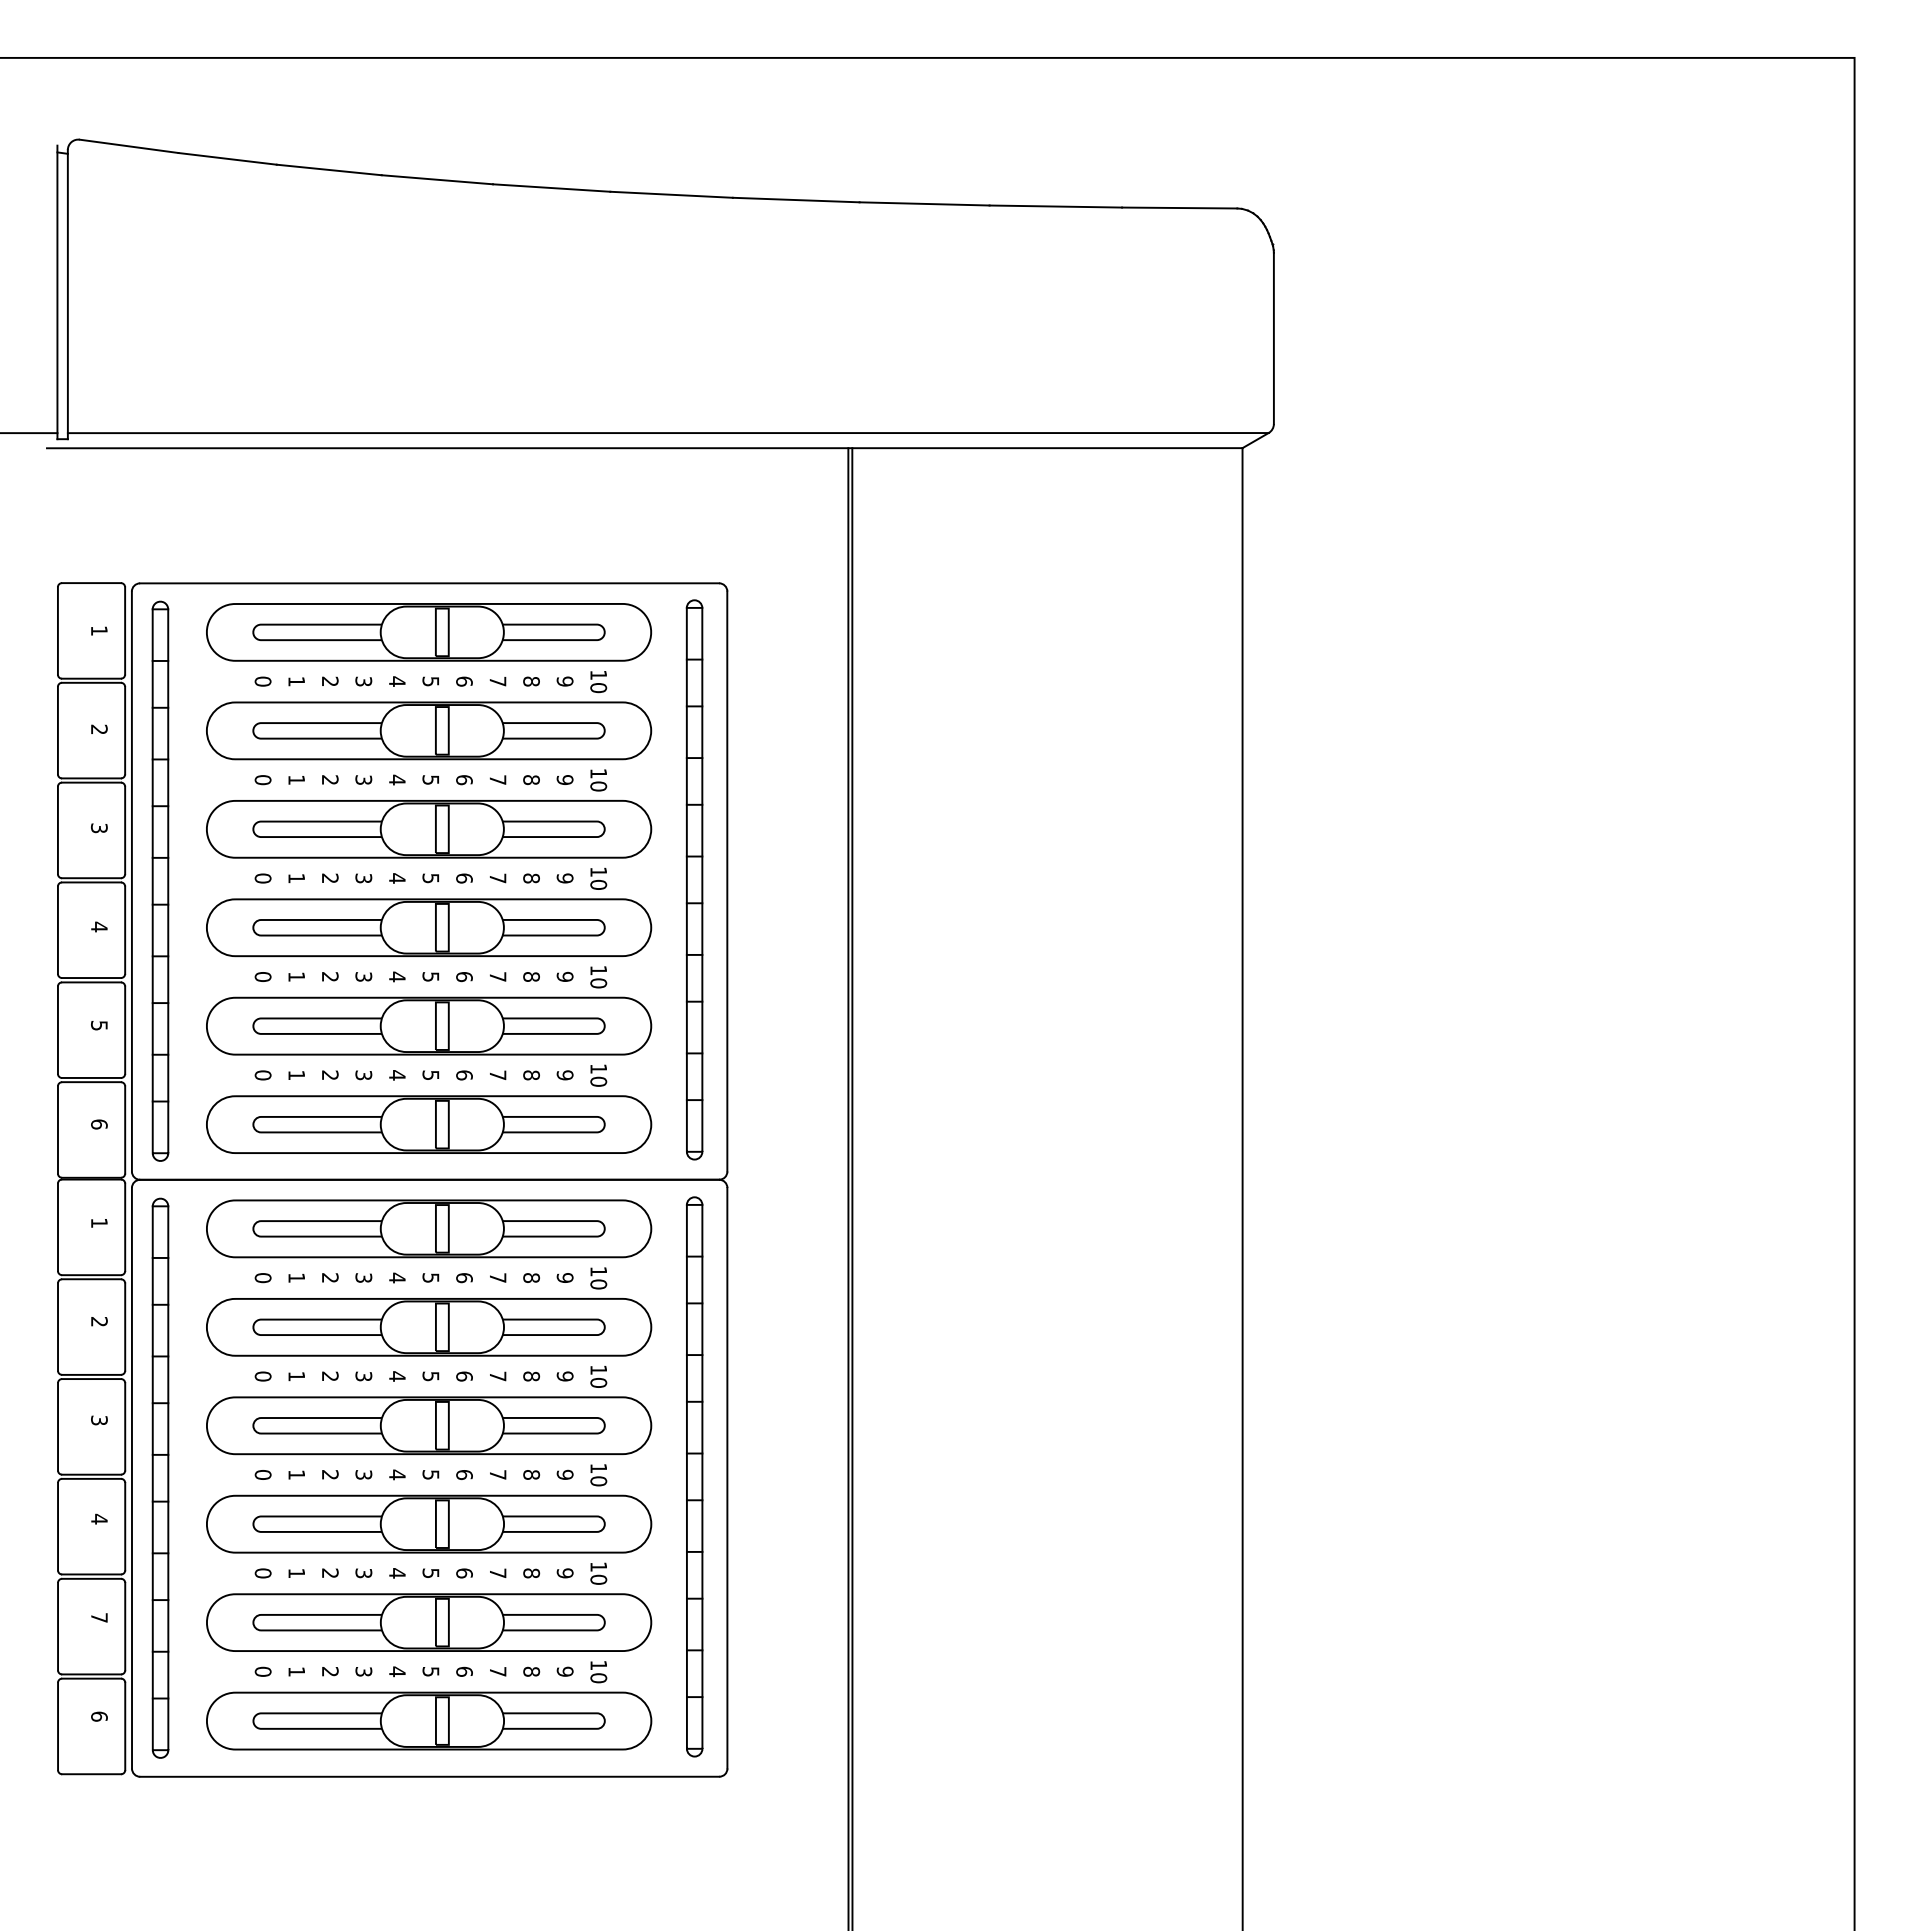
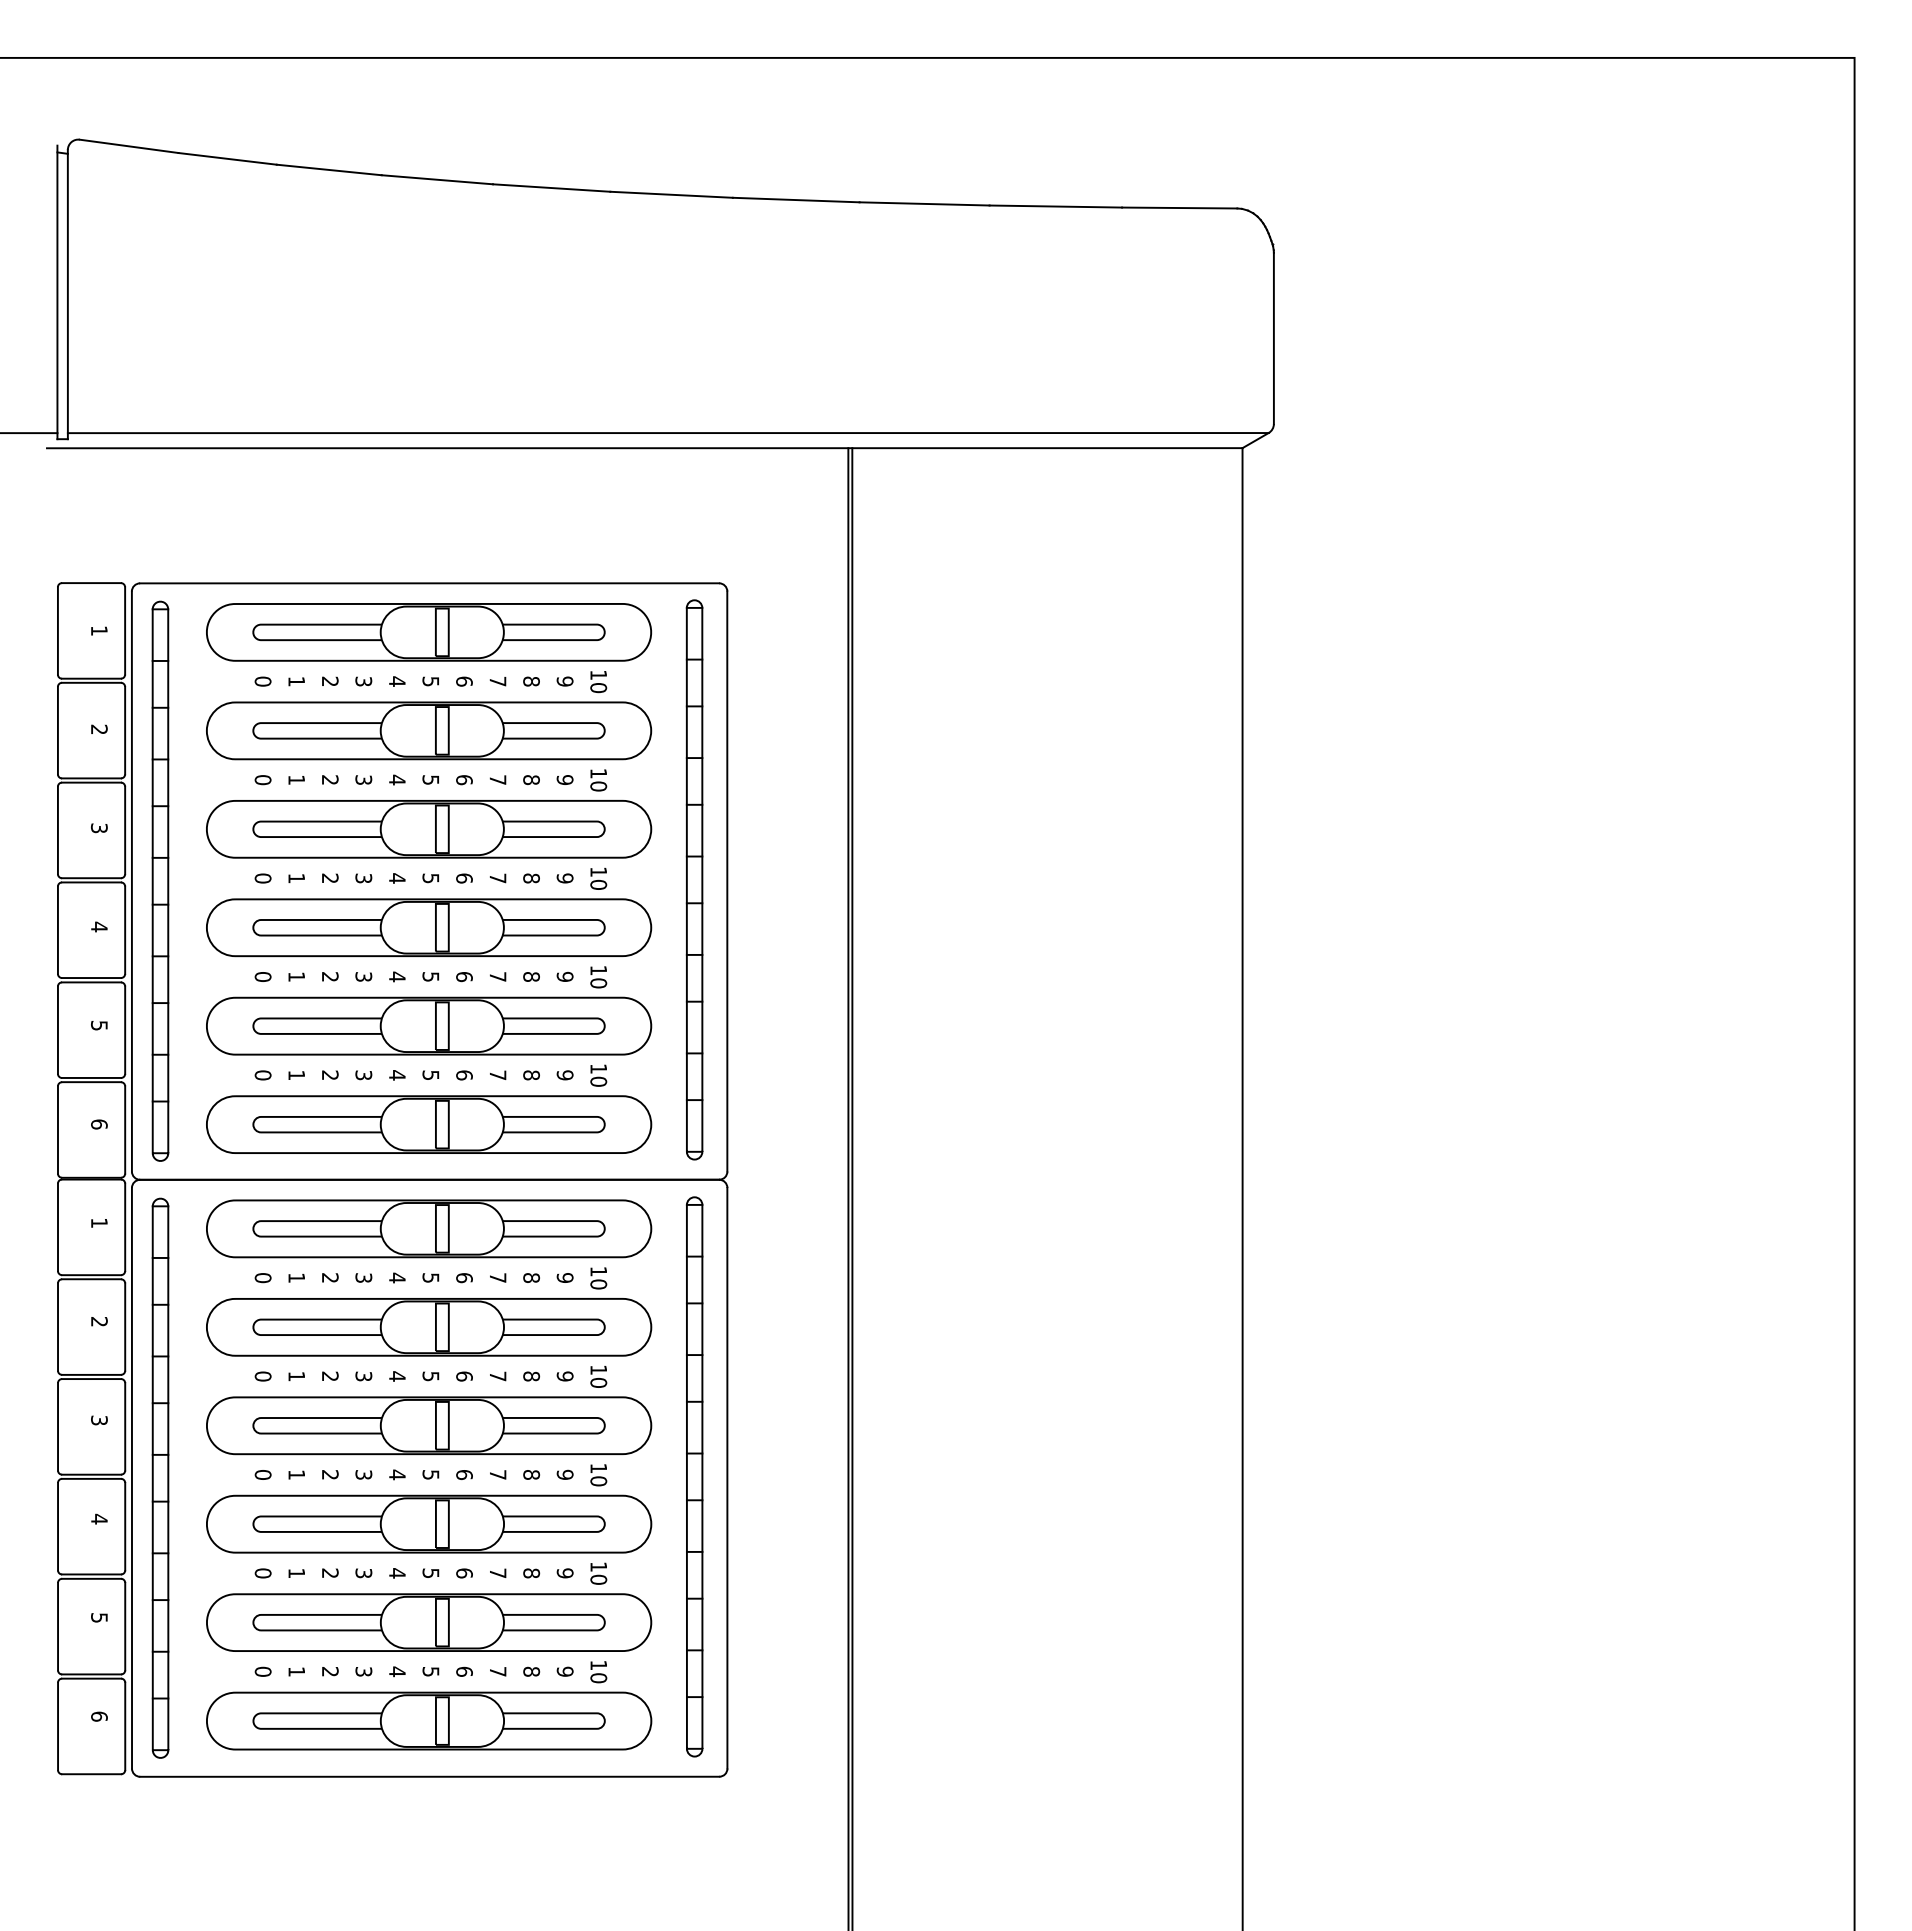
text at (99, 1617): 7 -> 5
